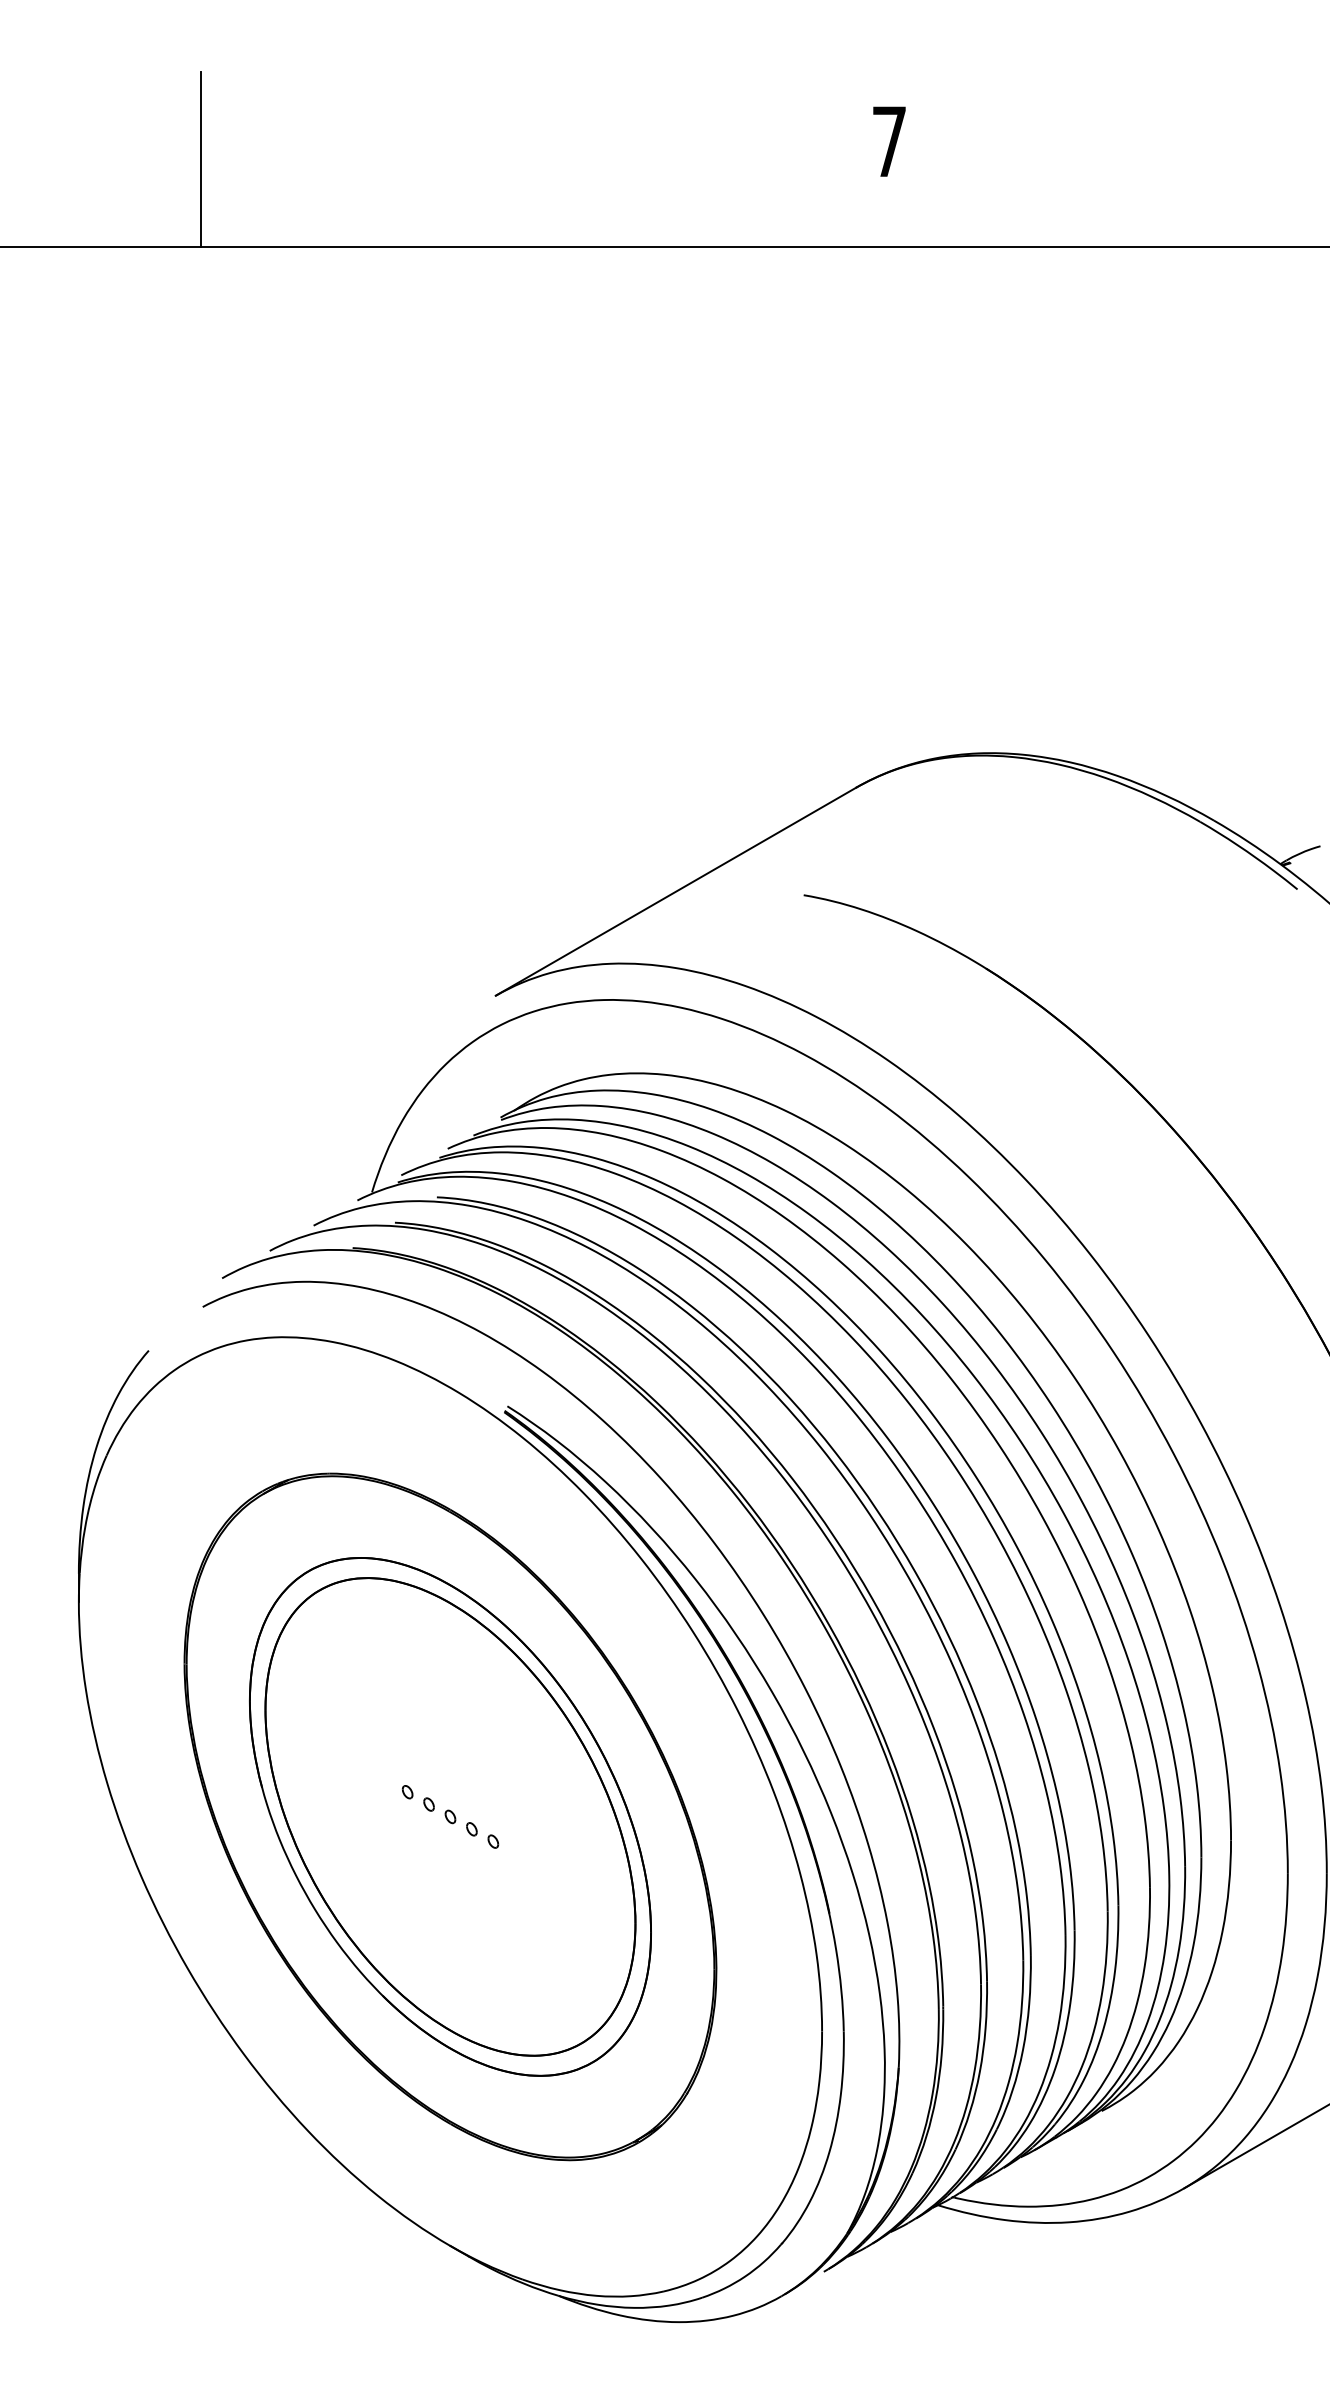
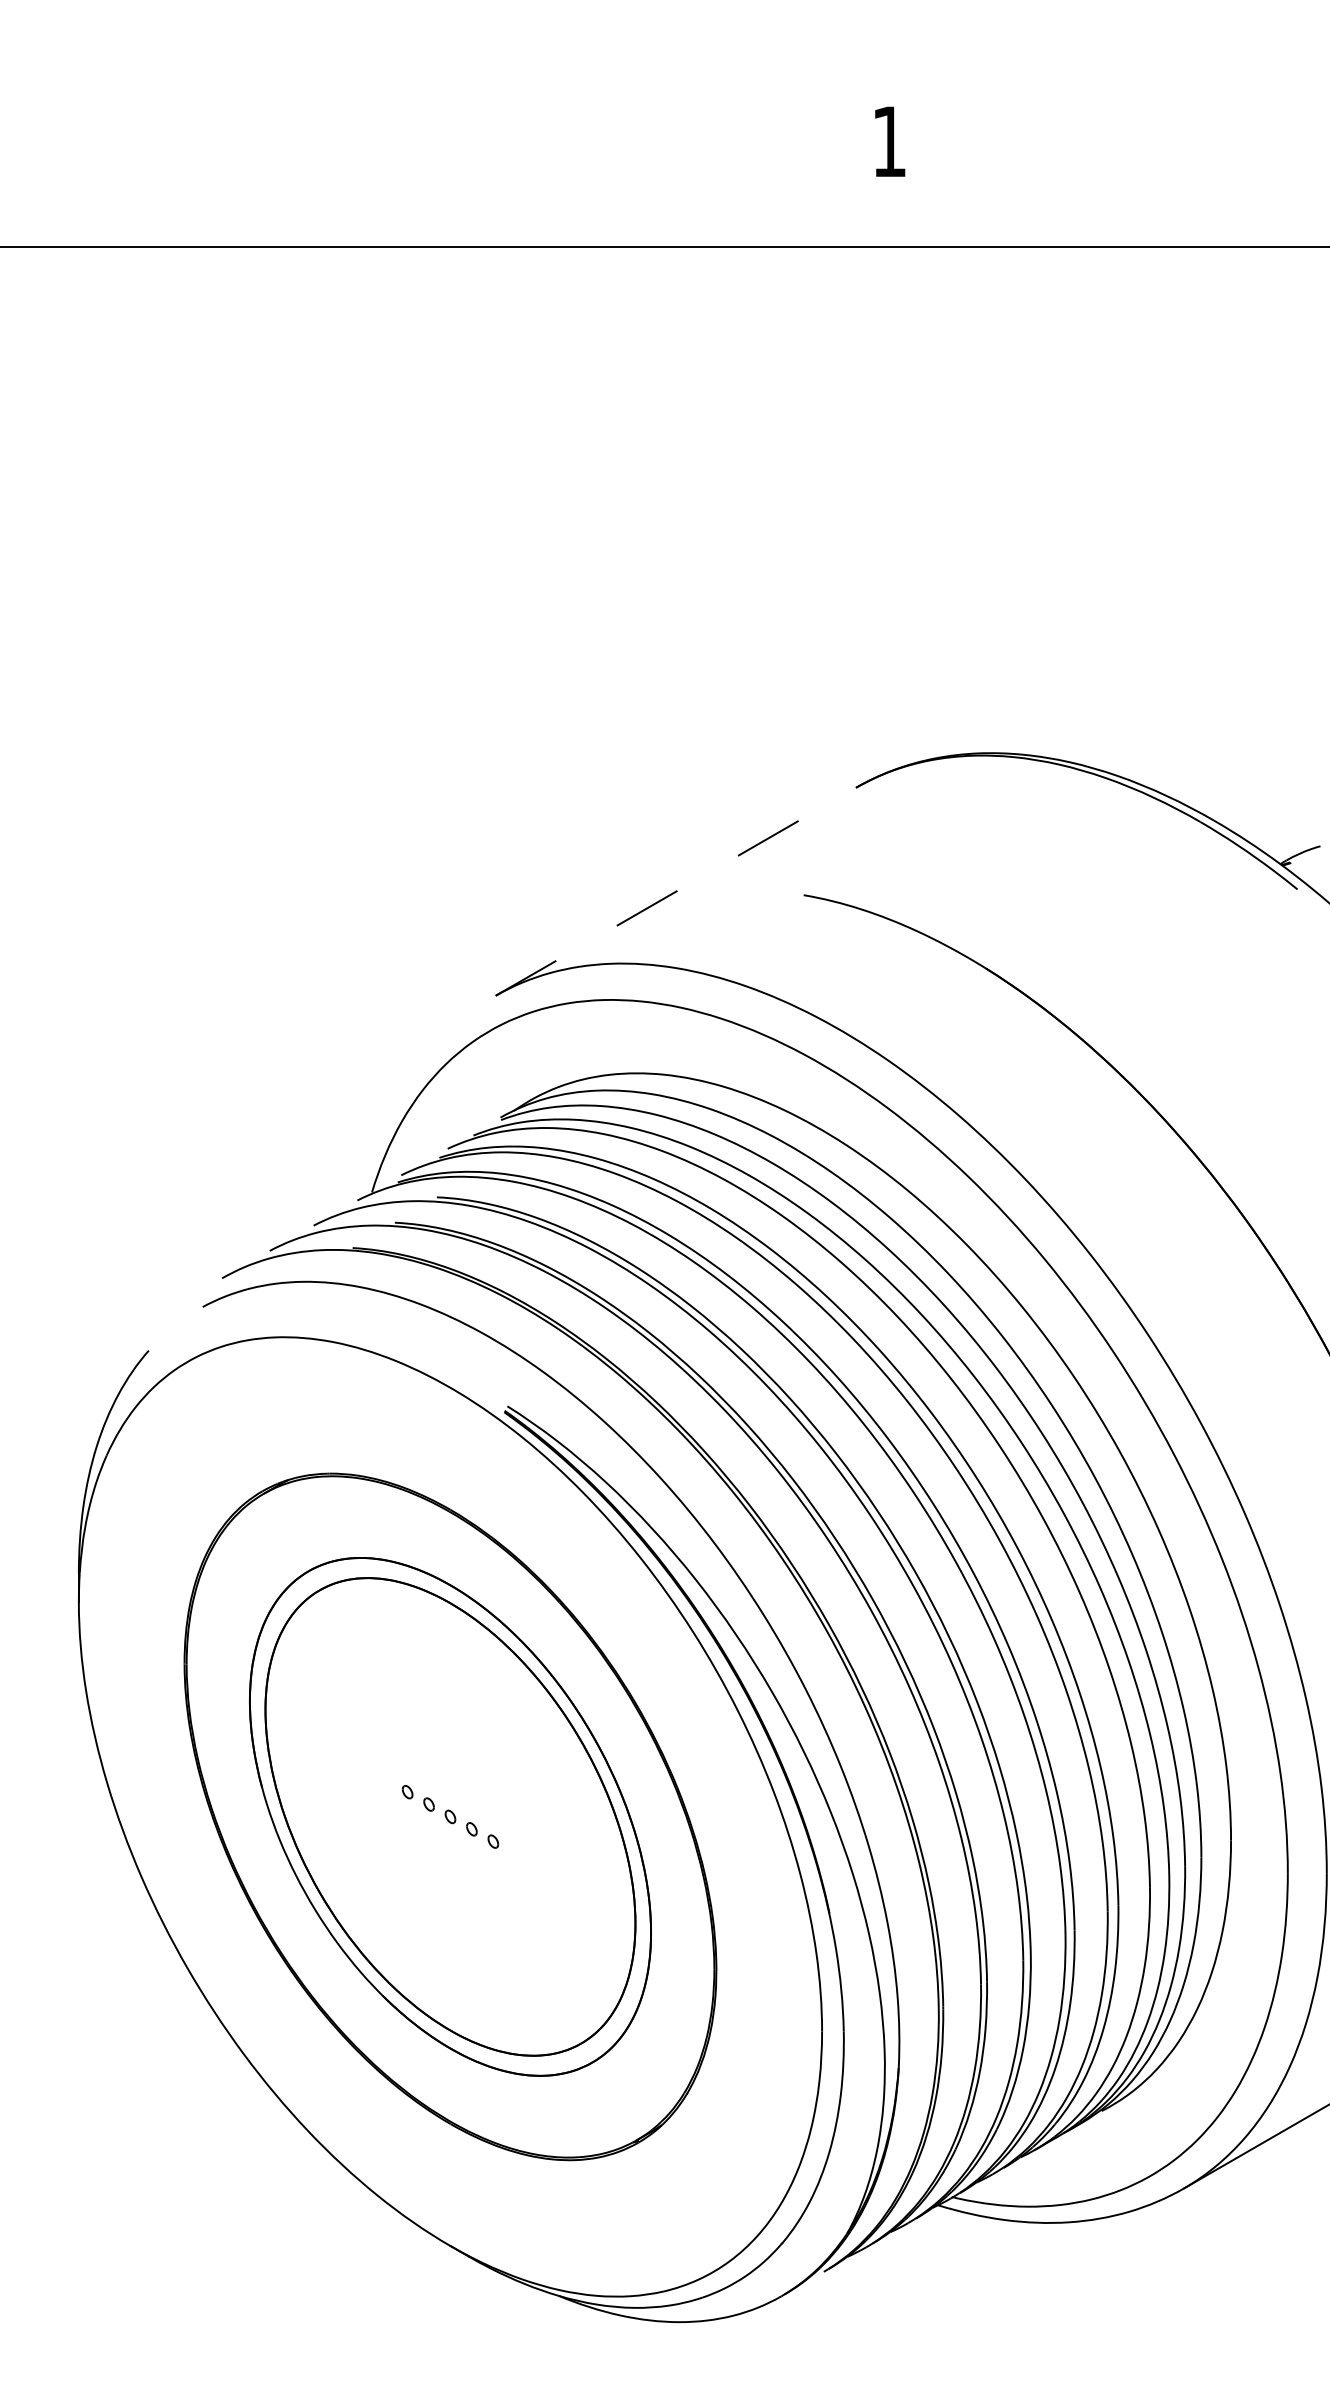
text at (889, 141): 7 -> 1
line at (200, 158): present -> none
line at (675, 891): solid -> dashed
